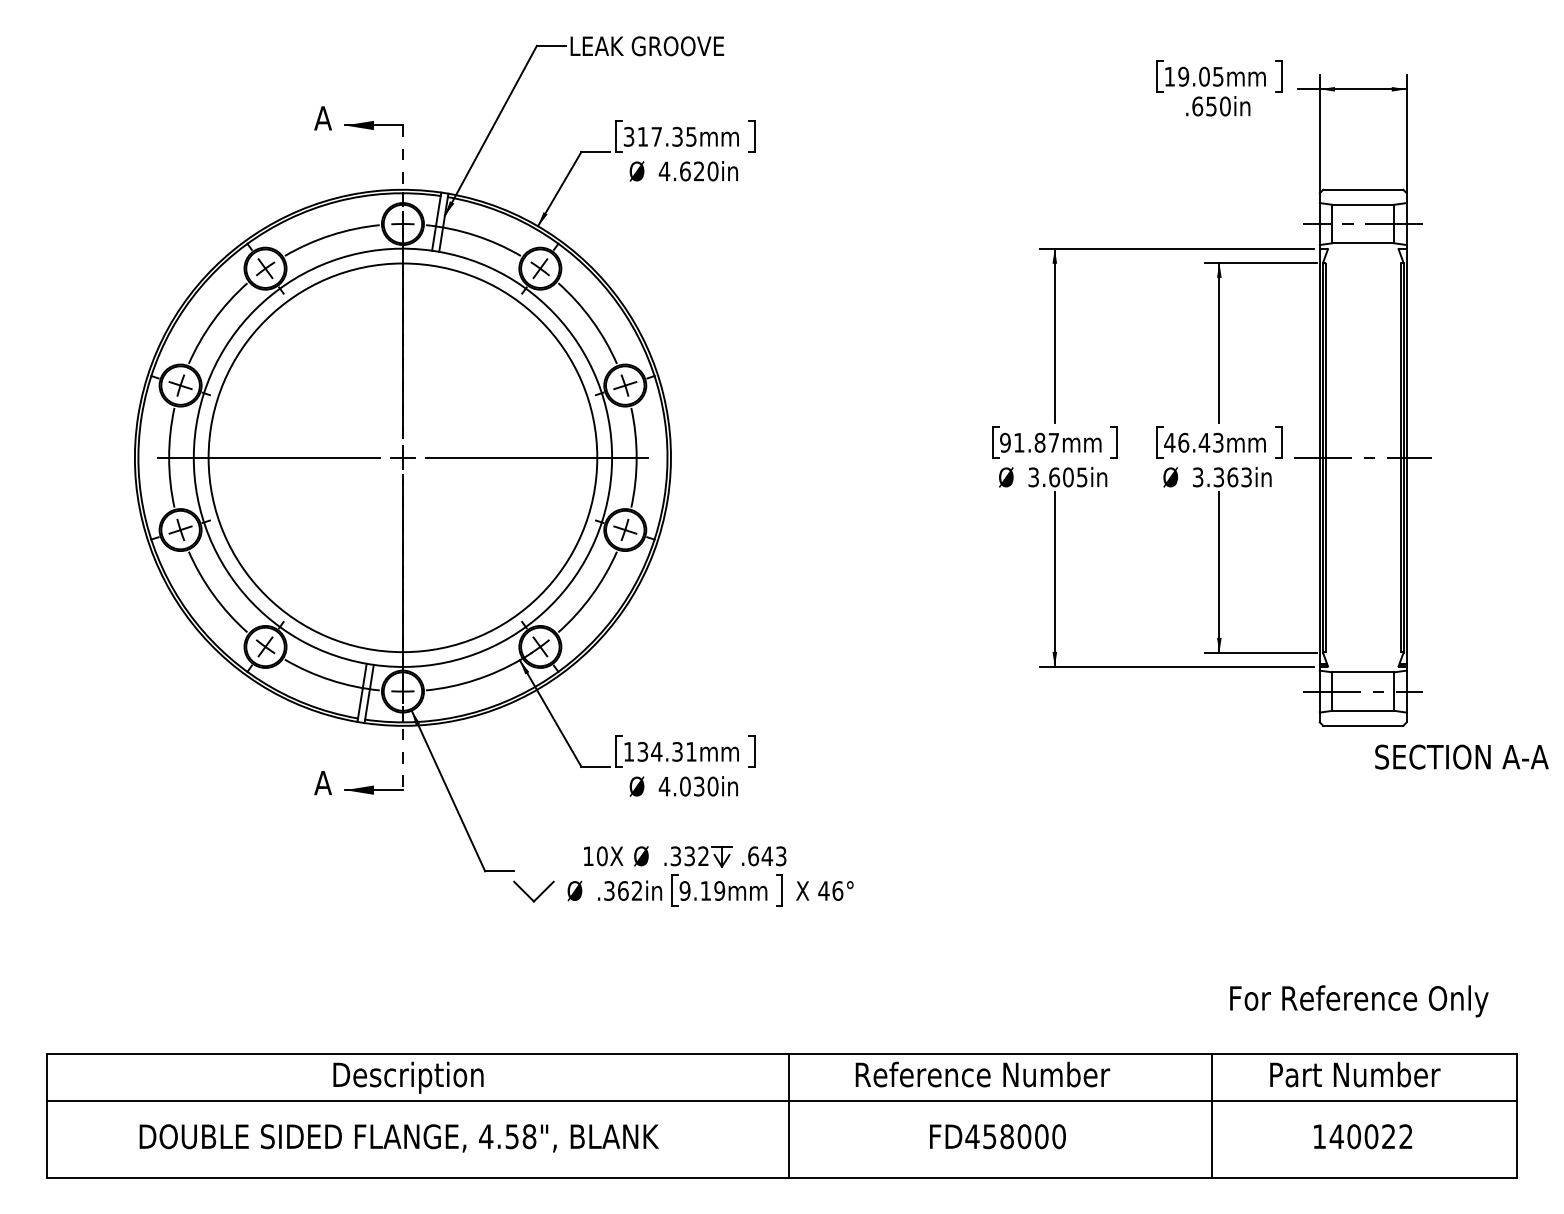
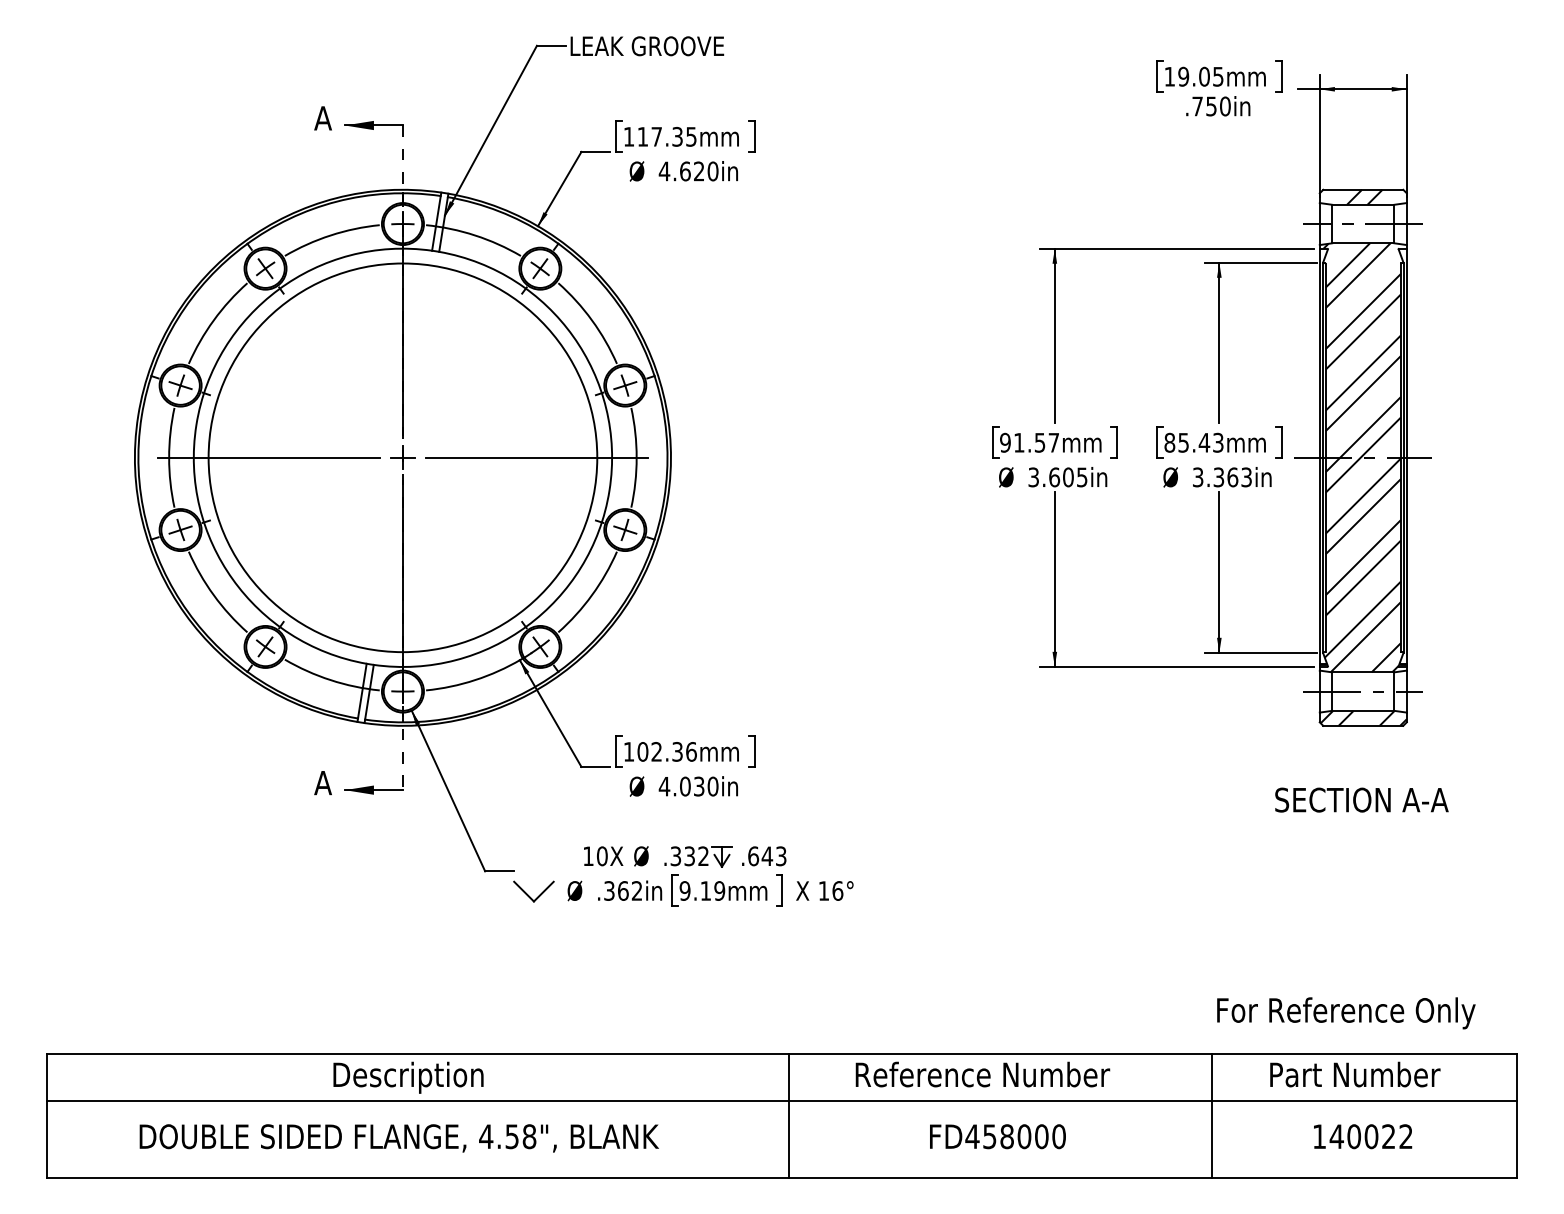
text at (1197, 106): .650in -> .750in
text at (628, 136): 317.35mm -> 117.35mm
hatch at (1364, 196): none -> present
text at (1039, 442): 91.87mm -> 91.57mm
text at (1176, 442): 46.43mm -> 85.43mm
hatch at (1361, 457): none -> present
hatch at (1363, 717): none -> present
text at (666, 751): 134.31mm -> 102.36mm
text at (1461, 756) position: (1461, 756) -> (1361, 799)
text at (823, 890): 46° -> 16°
text at (1359, 1001) position: (1359, 1001) -> (1346, 1013)
